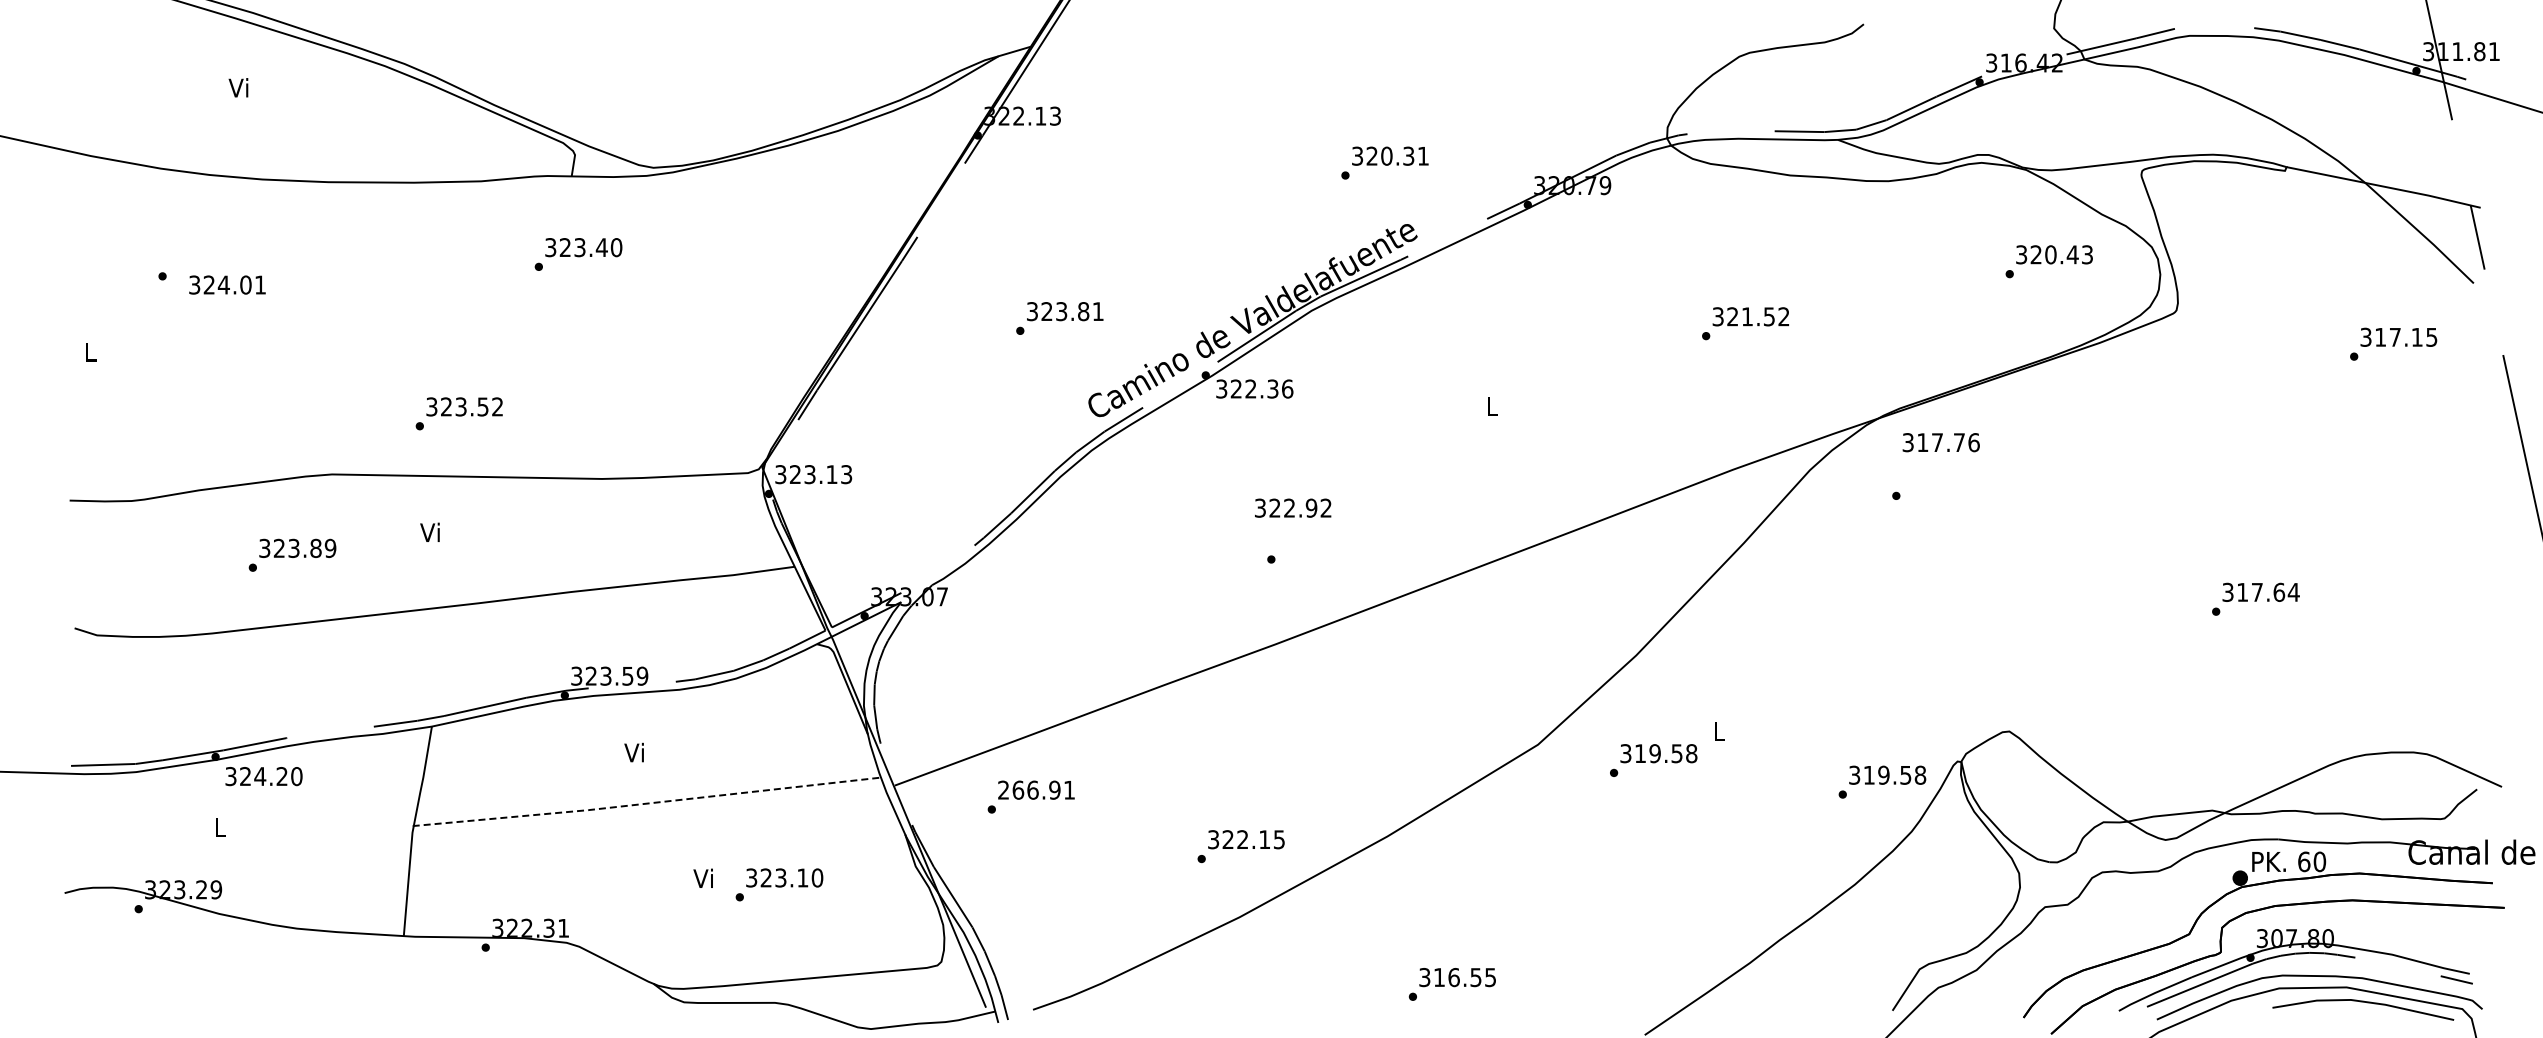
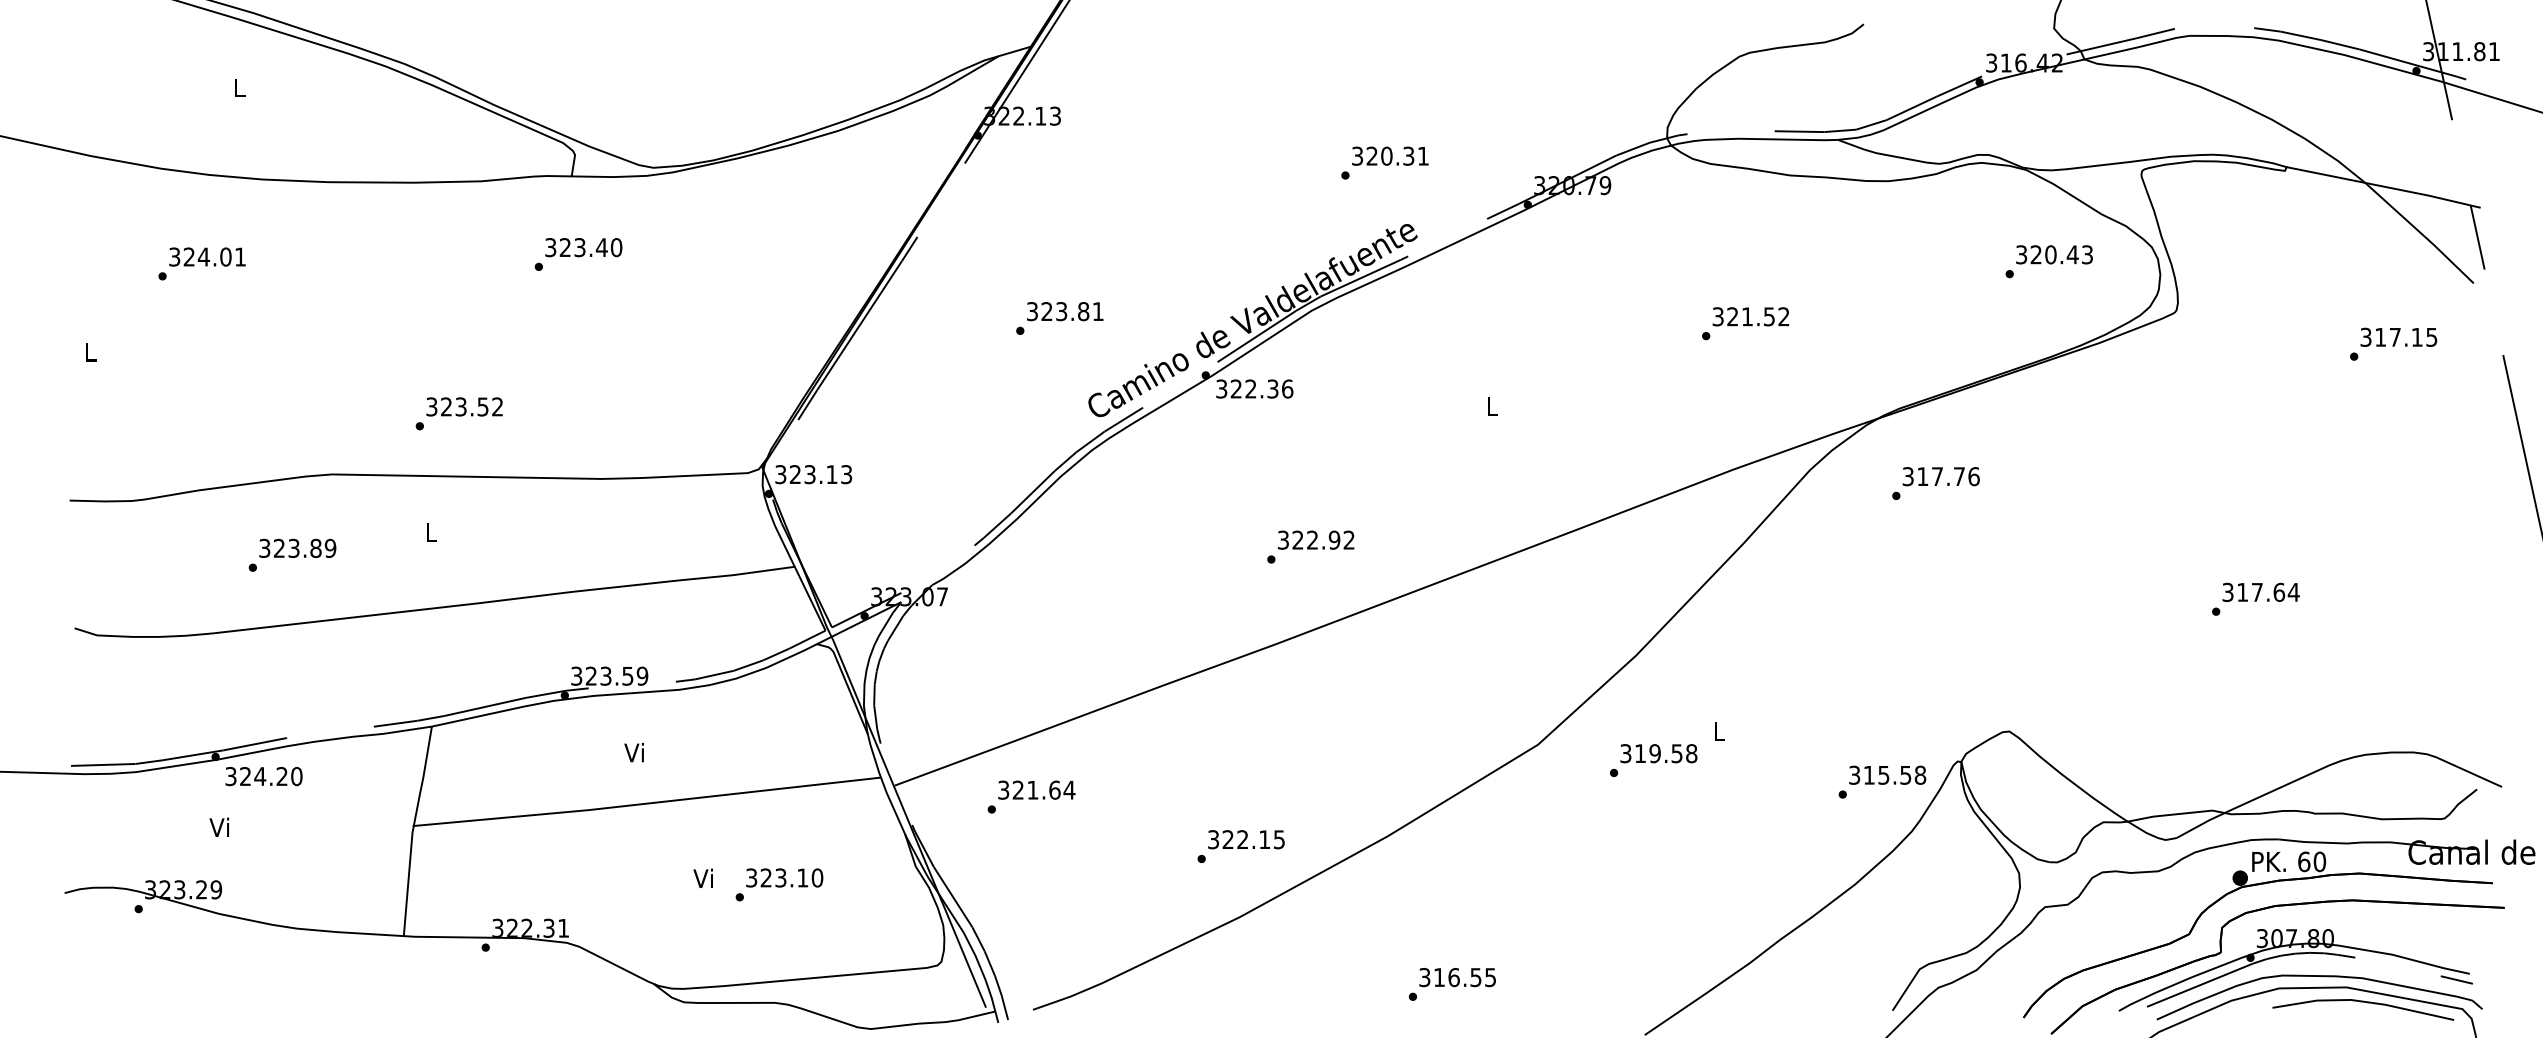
text at (238, 87): Vi -> L
text at (227, 284) position: (227, 284) -> (207, 256)
text at (1940, 442) position: (1940, 442) -> (1940, 476)
text at (1293, 507) position: (1293, 507) -> (1316, 539)
text at (429, 531): Vi -> L
text at (1883, 774): 319.58 -> 315.58
text at (1036, 789): 266.91 -> 321.64
line at (646, 803): dashed -> solid
text at (219, 826): L -> Vi
